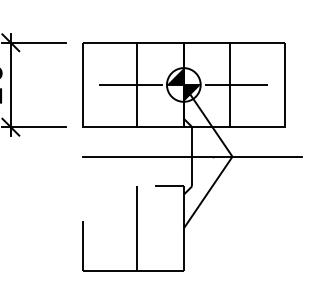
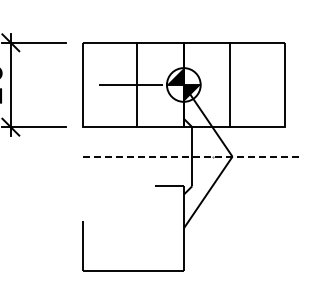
line at (236, 84): present -> none
line at (192, 156): solid -> dashed
line at (137, 228): present -> none
